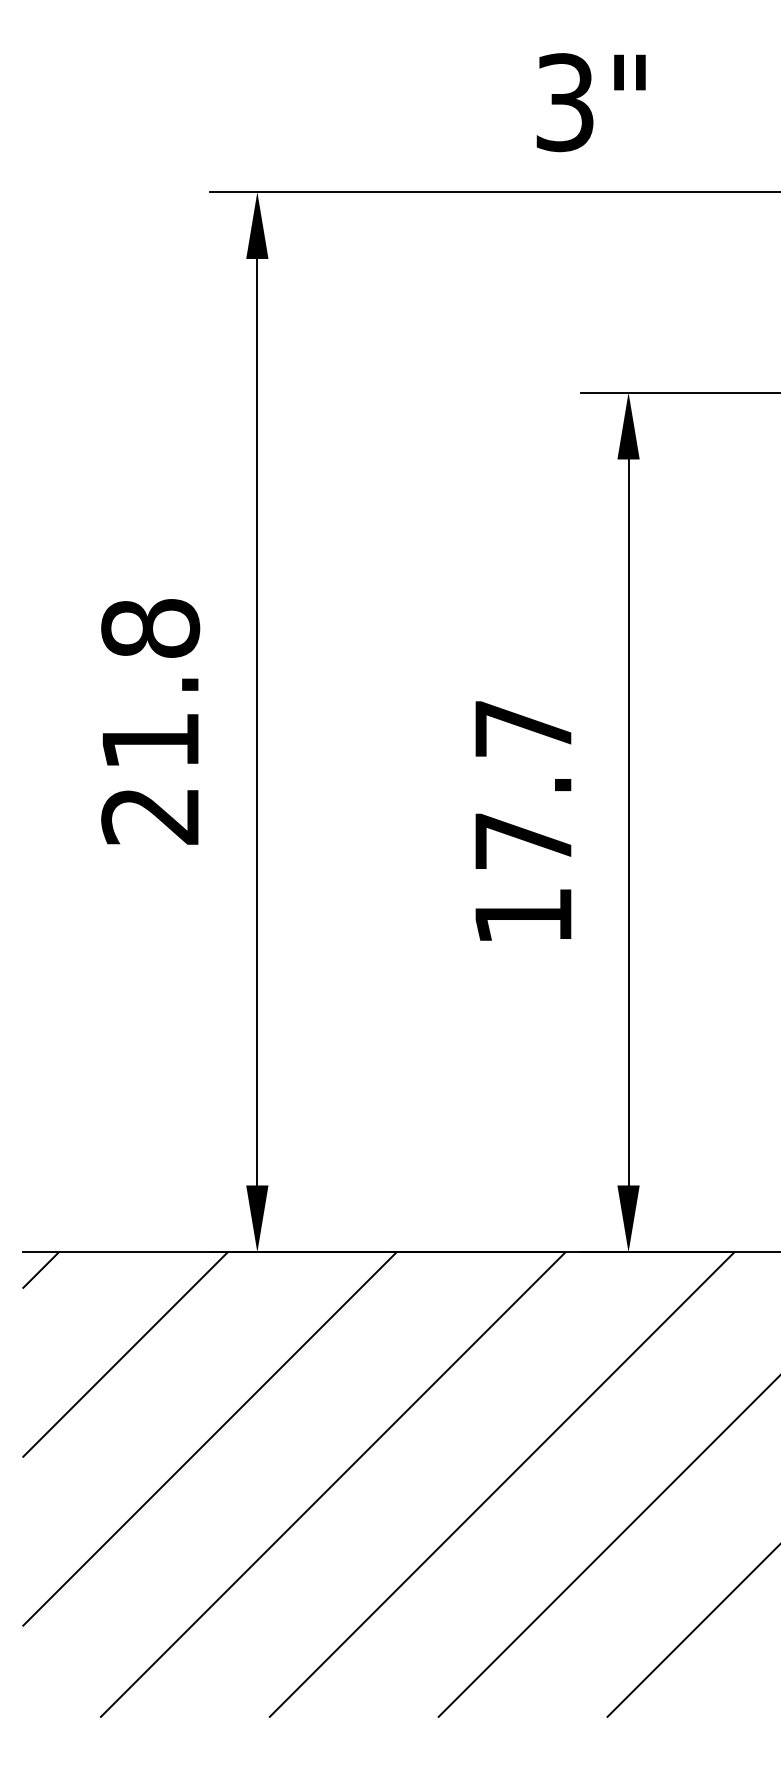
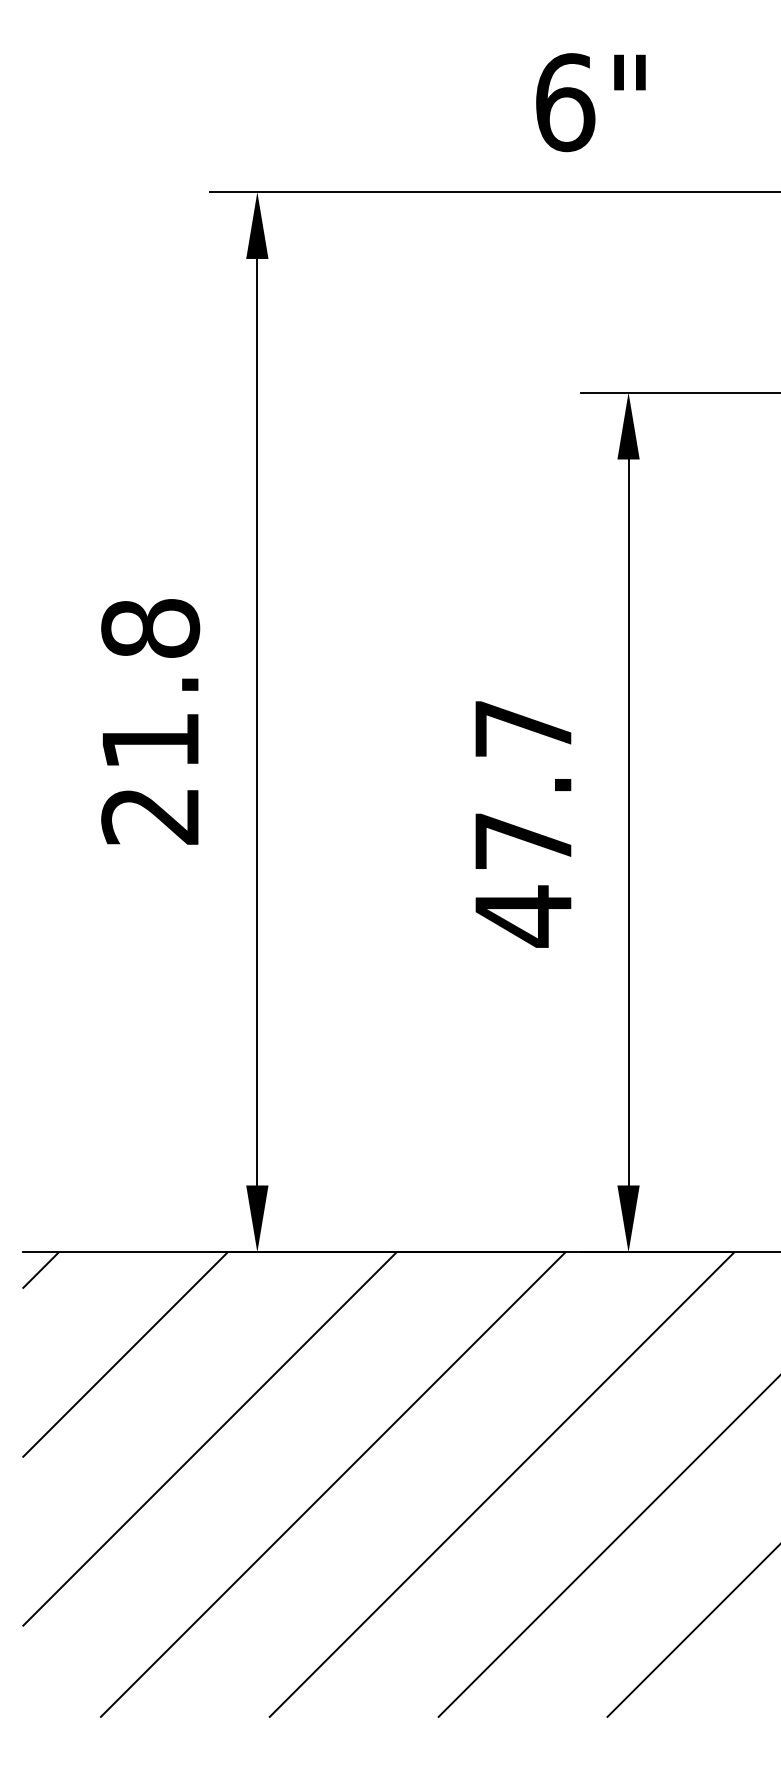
text at (565, 102): 3" -> 6"
text at (523, 916): 17.7 -> 47.7
